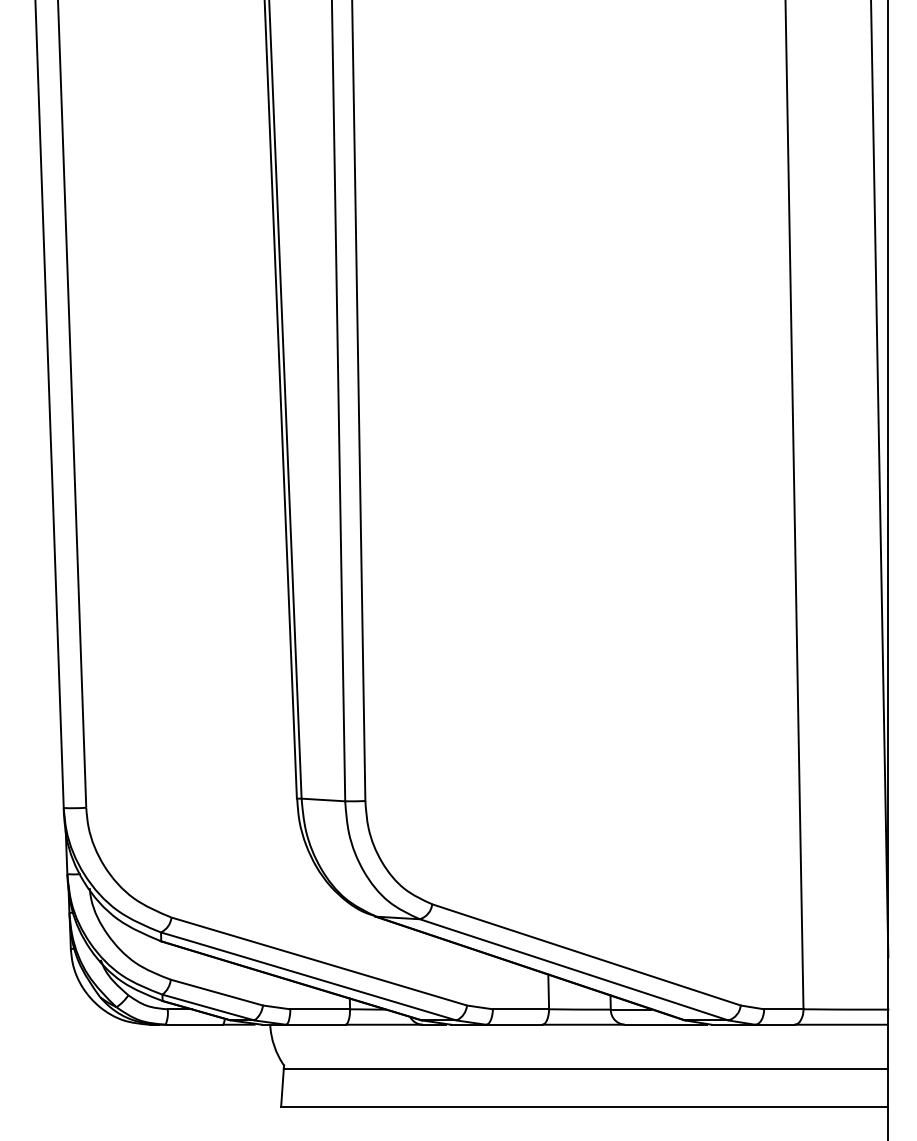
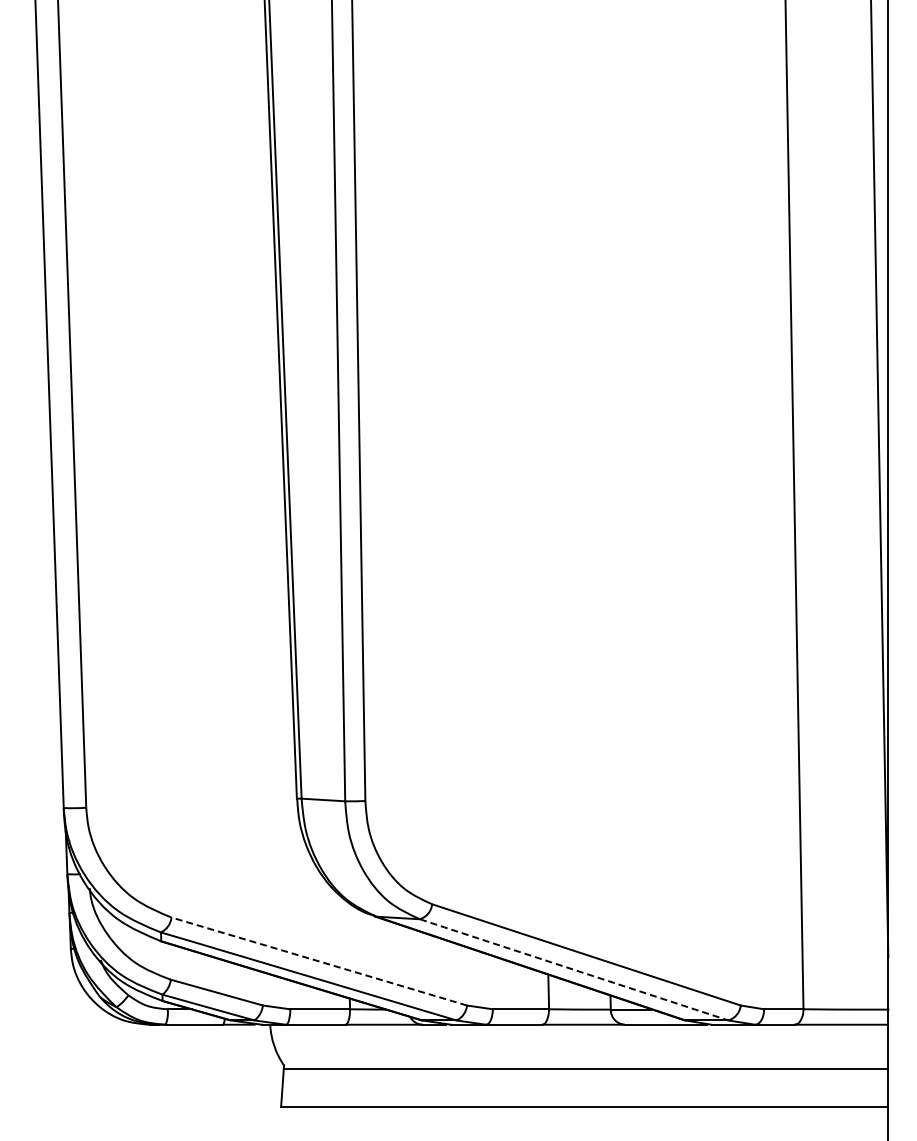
line at (319, 961): solid -> dashed
line at (573, 969): solid -> dashed
